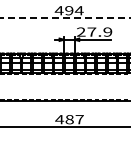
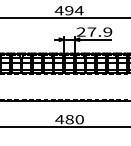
line at (65, 18): dashed -> solid
text at (79, 119): 487 -> 480
